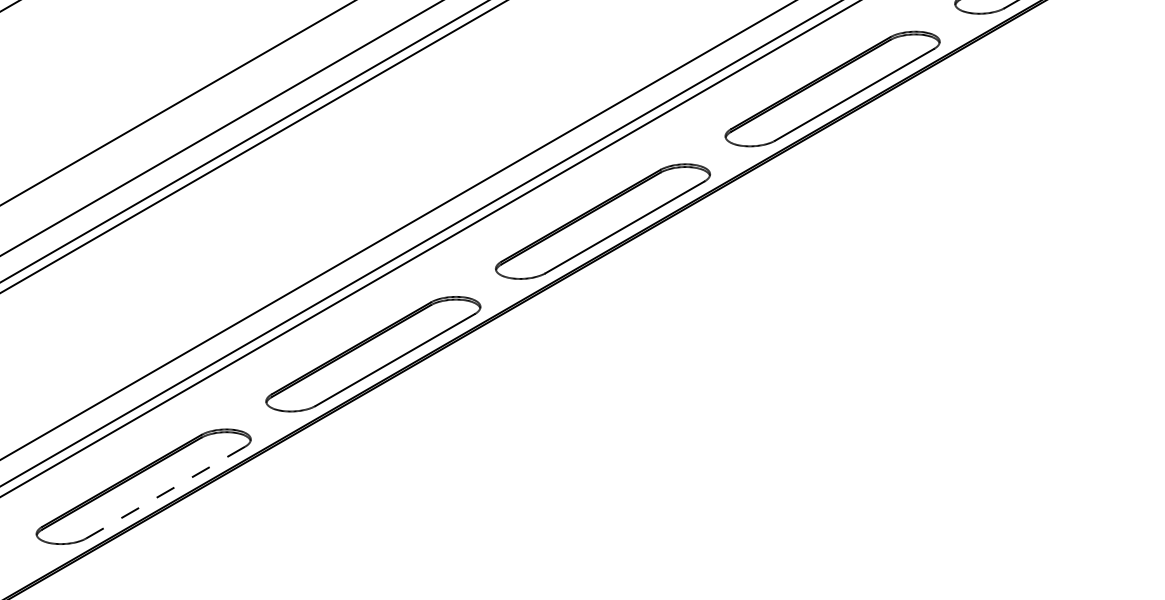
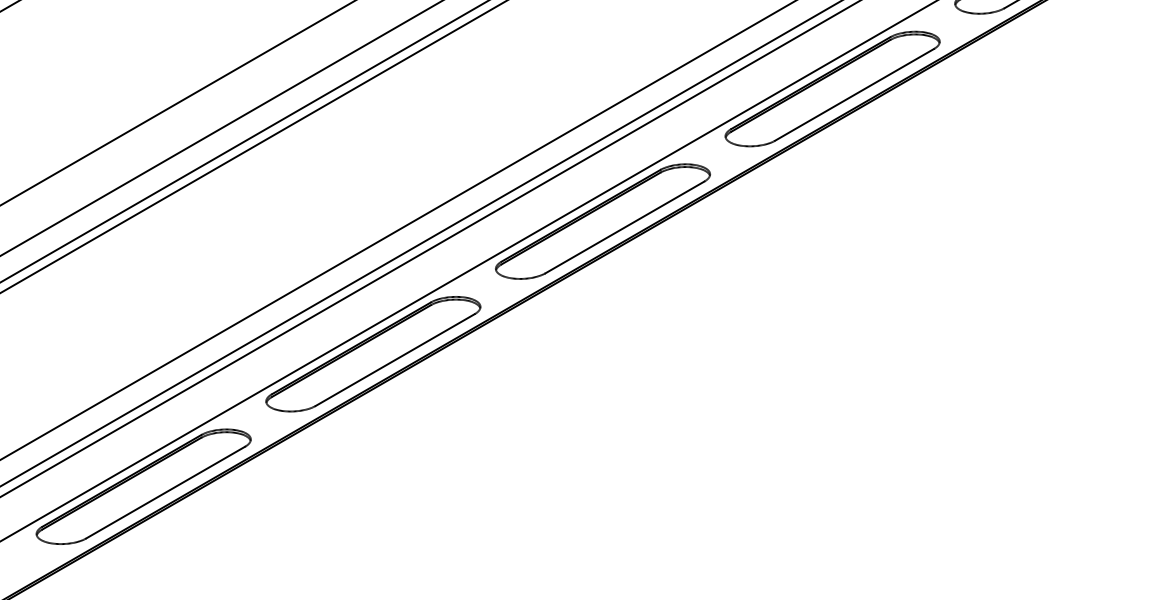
line at (468, 271): none -> present
line at (165, 492): dashed -> solid
